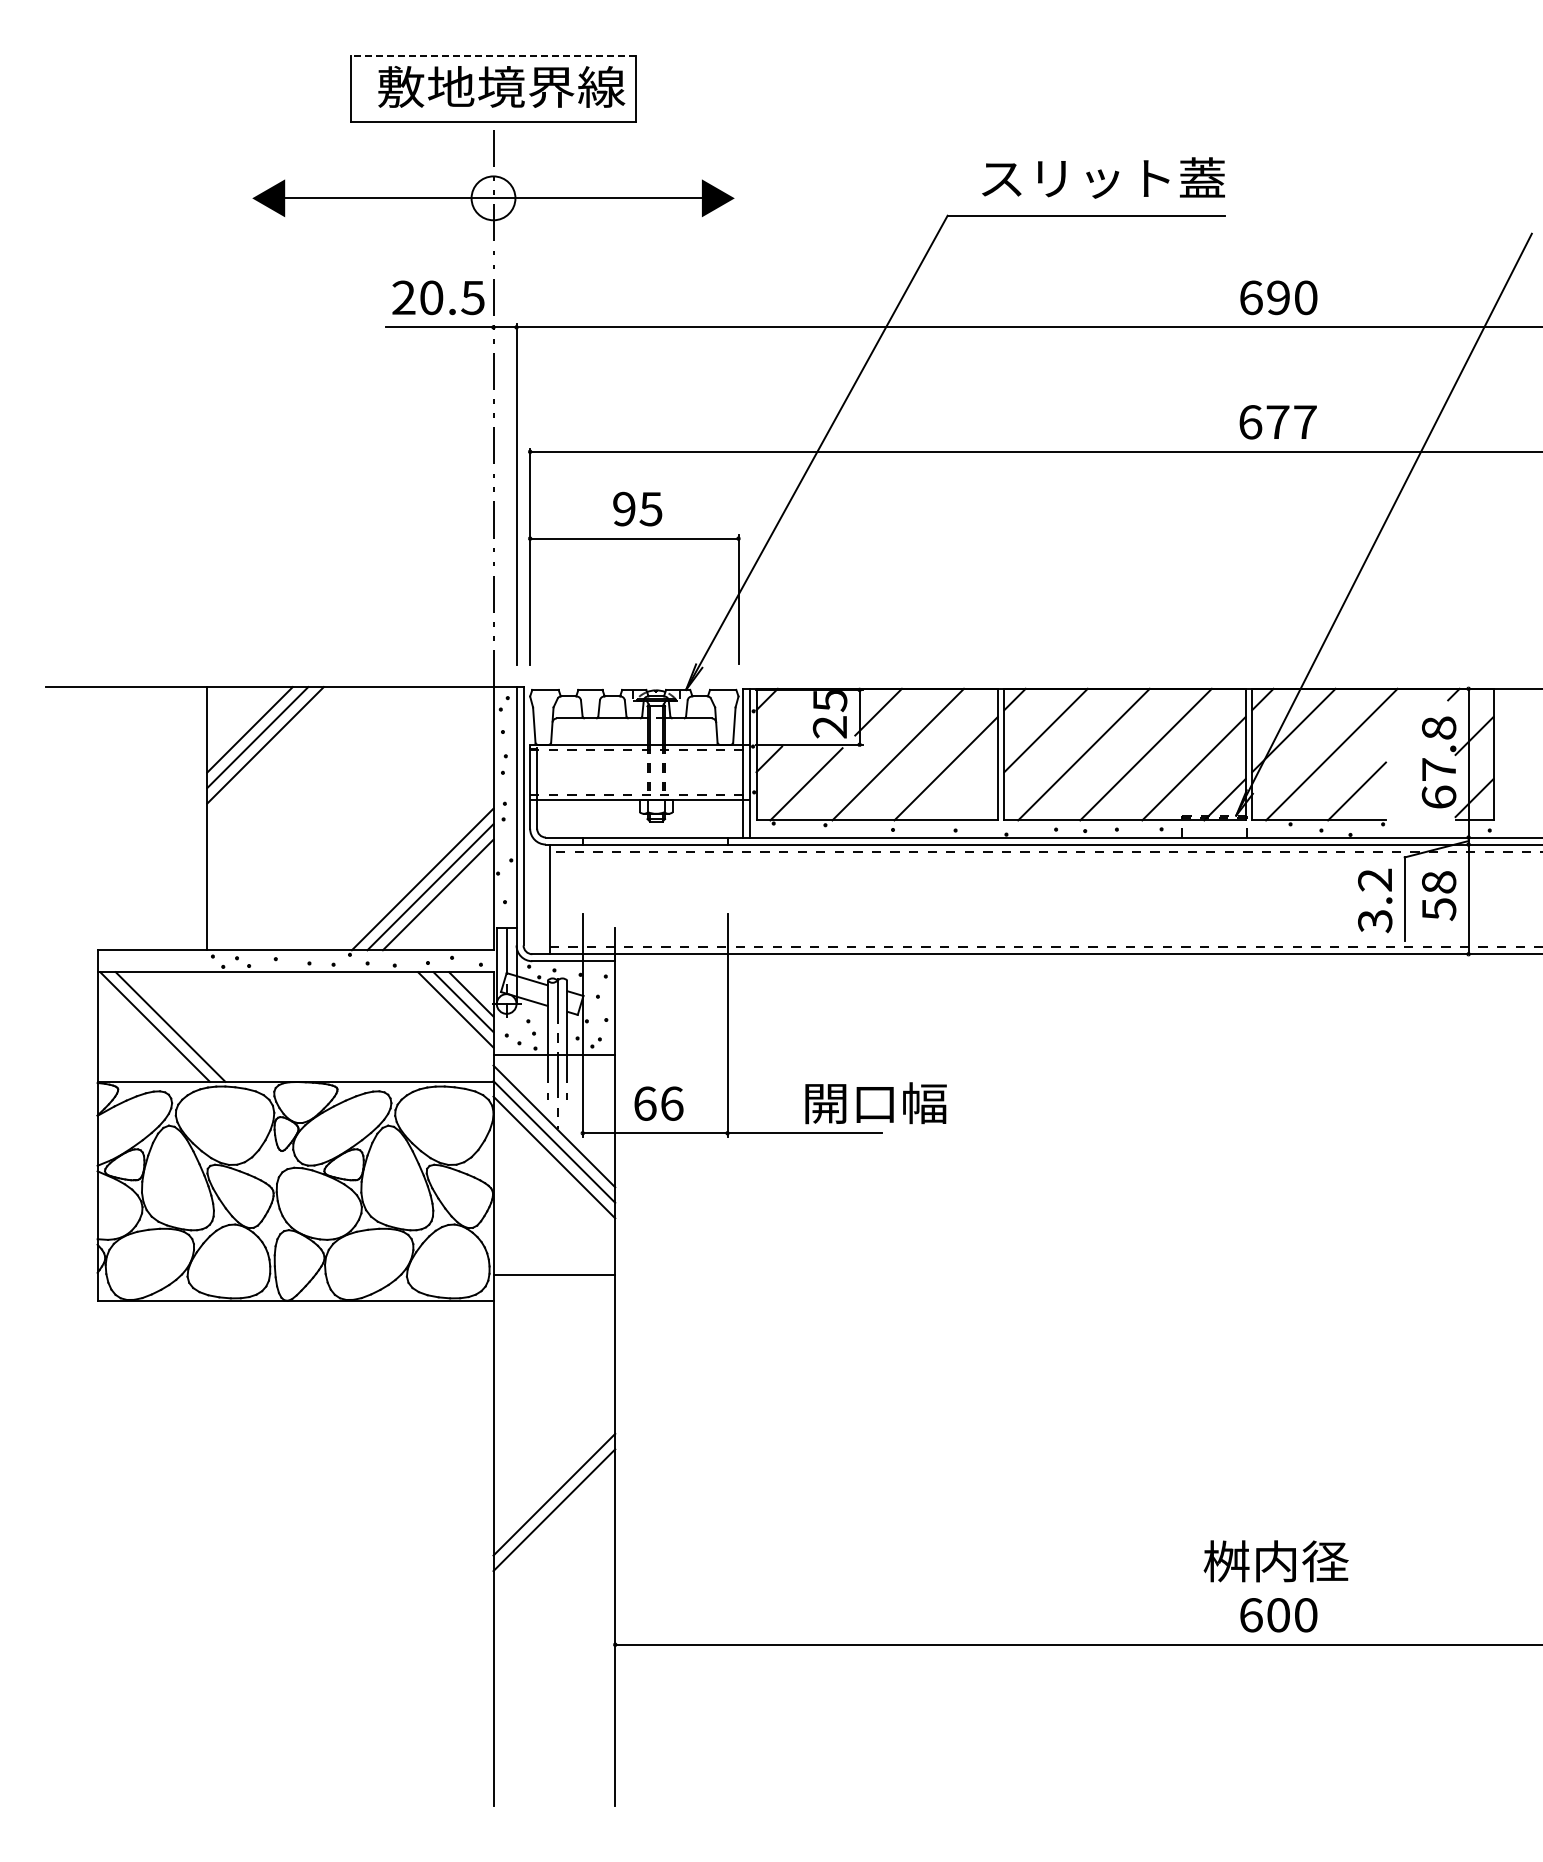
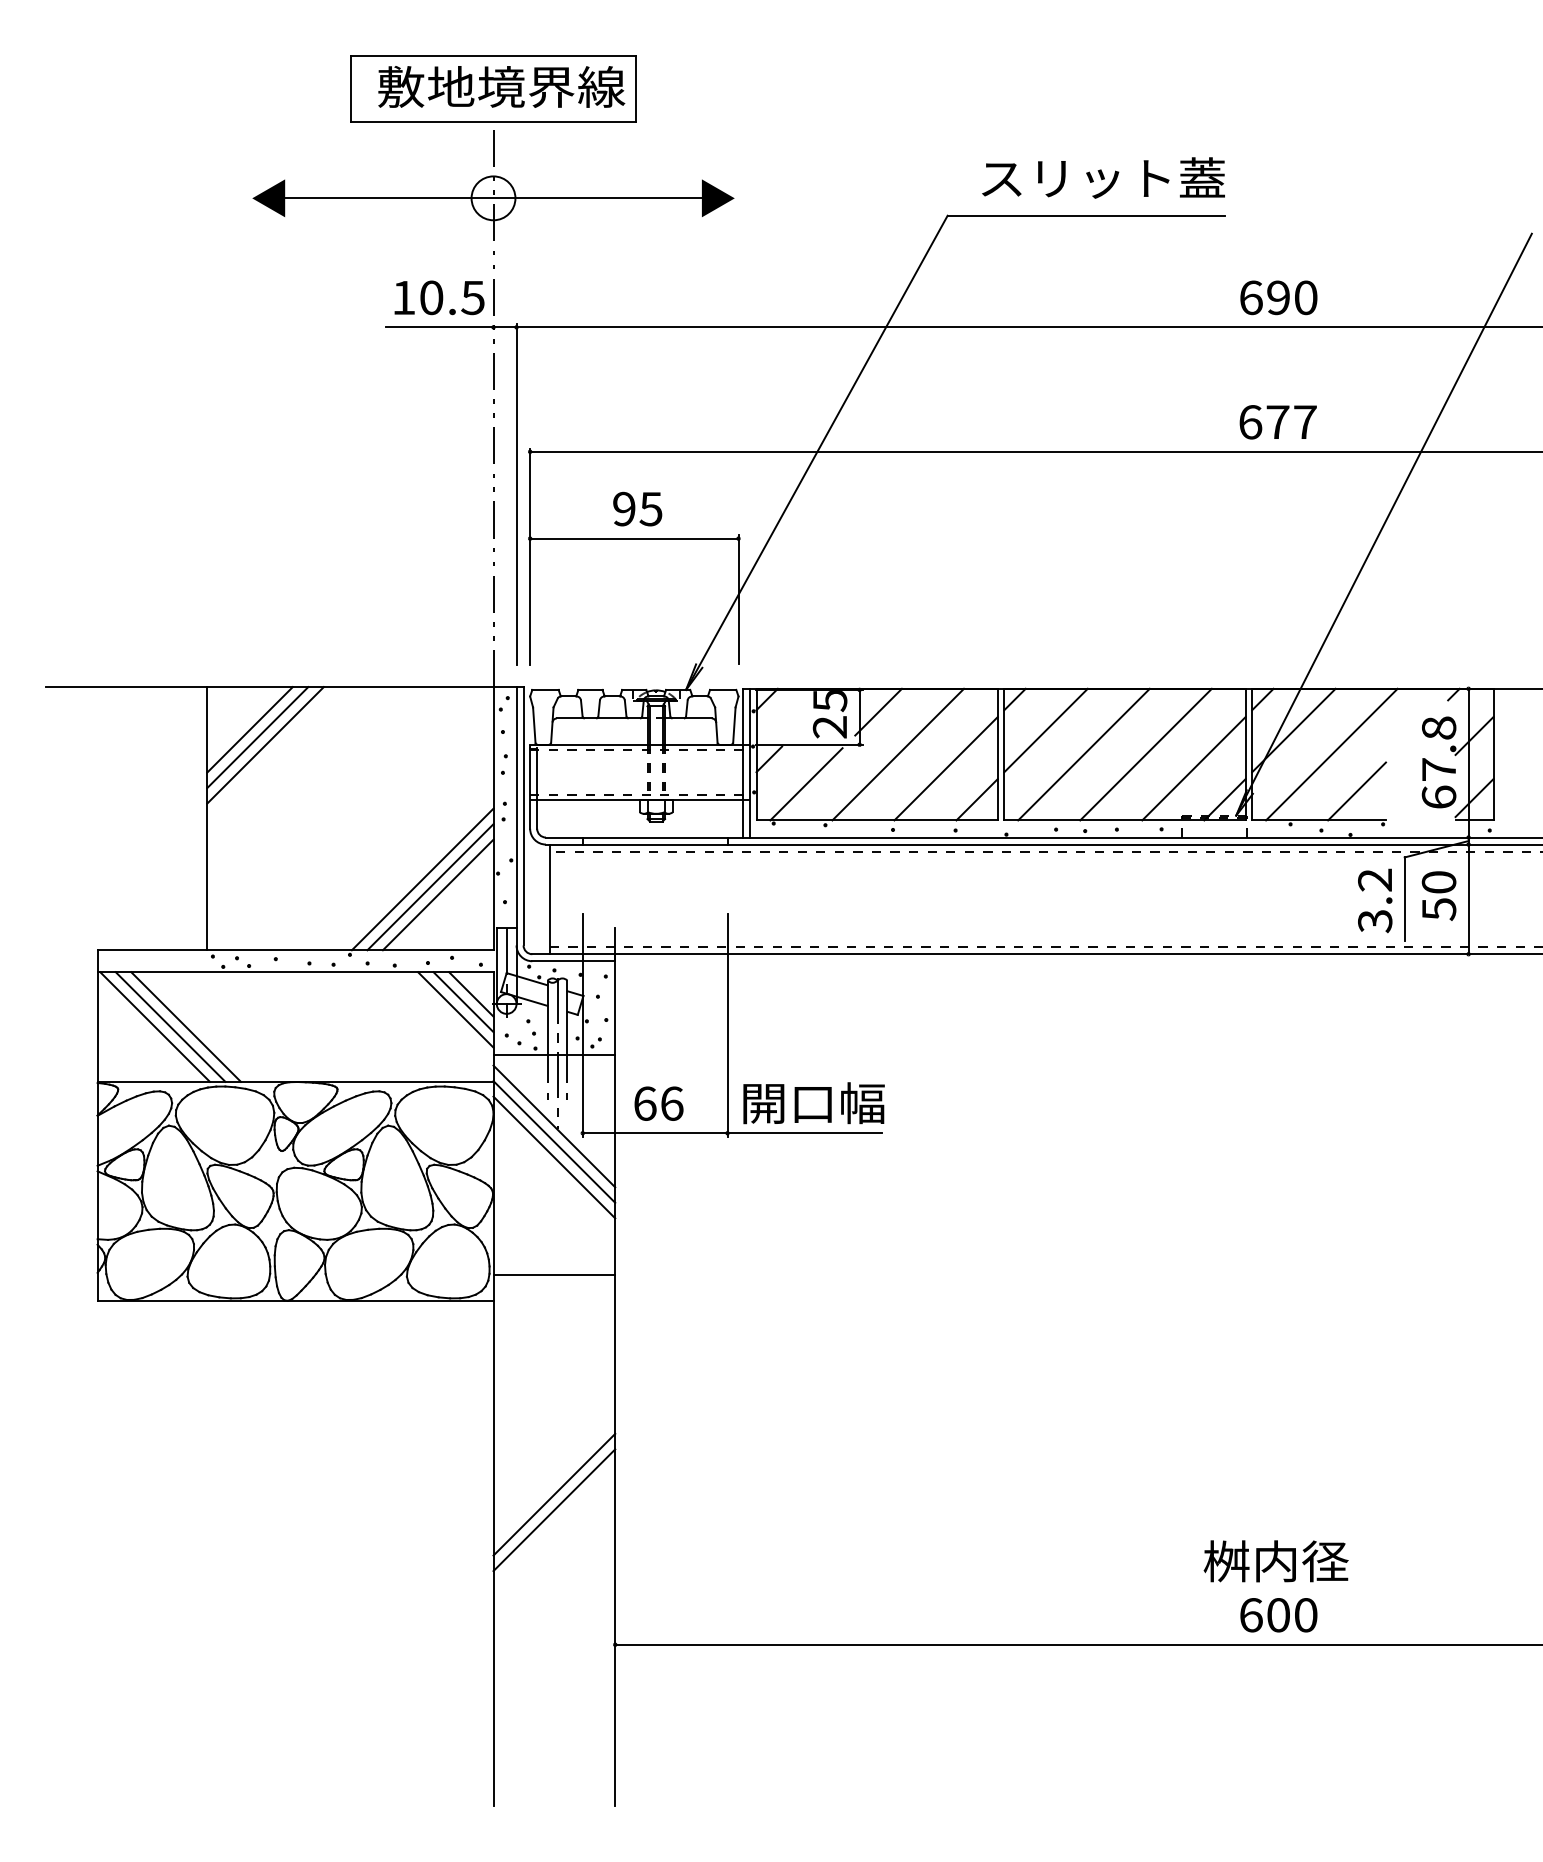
line at (493, 55): dashed -> solid
text at (403, 297): 20.5 -> 10.5
line at (976, 799): none -> present
text at (1438, 882): 58 -> 50
line at (185, 1026): none -> present
text at (875, 1103) position: (875, 1103) -> (813, 1103)
